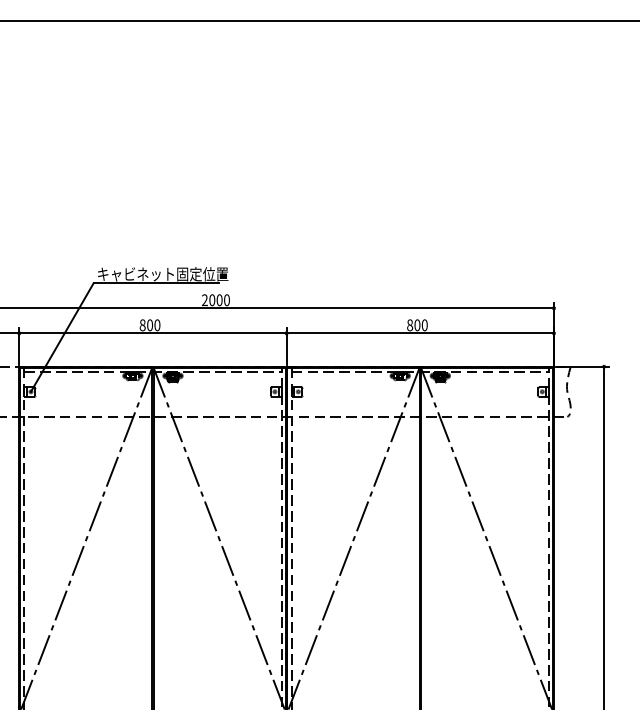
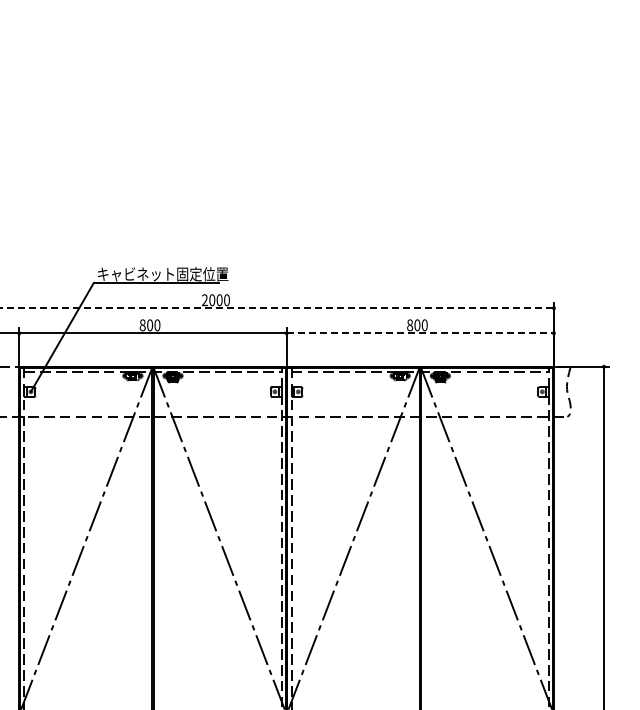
line at (319, 21): present -> none
line at (277, 308): solid -> dashed
line at (420, 333): solid -> dashed
